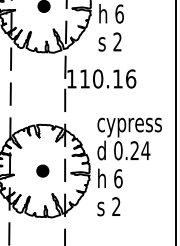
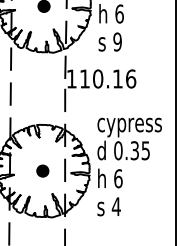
text at (117, 41): 2 -> 9
text at (140, 150): 0.24 -> 0.35
text at (115, 206): 2 -> 4
